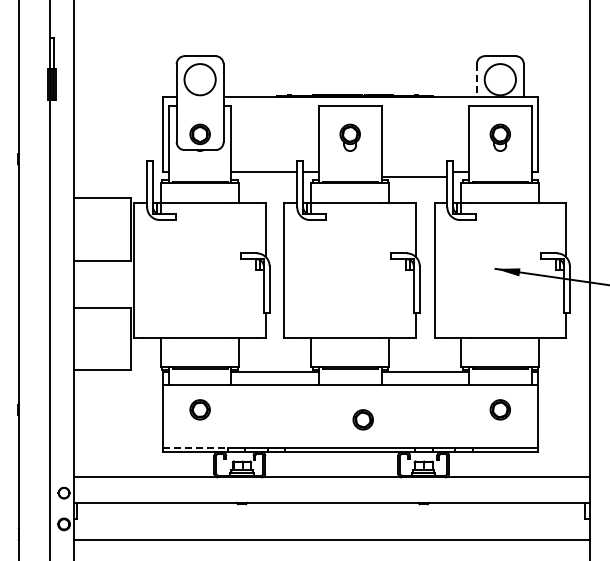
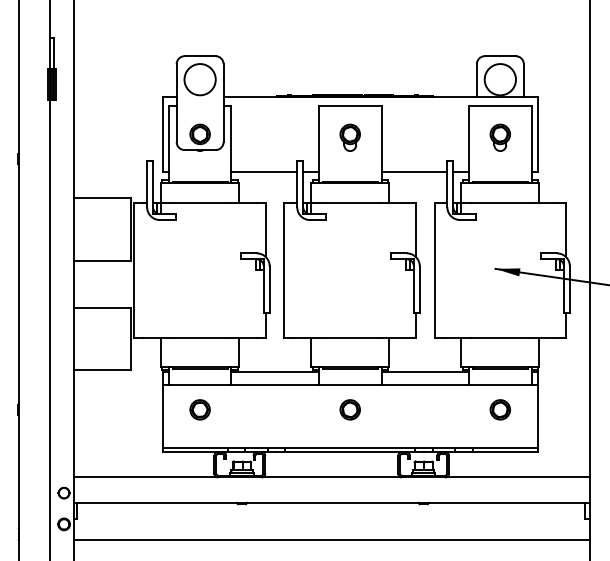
line at (476, 80): dashed -> solid
line at (414, 176) position: (414, 176) -> (414, 171)
part at (362, 419) position: (362, 419) -> (349, 409)
line at (195, 447): dashed -> solid
